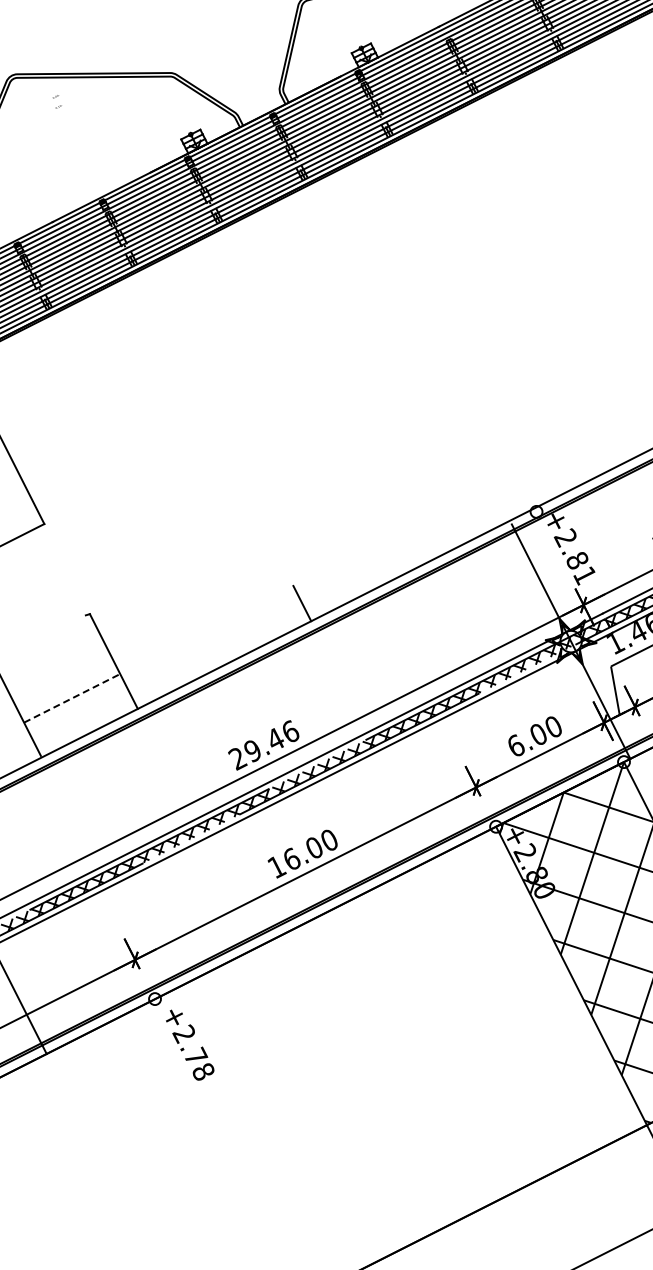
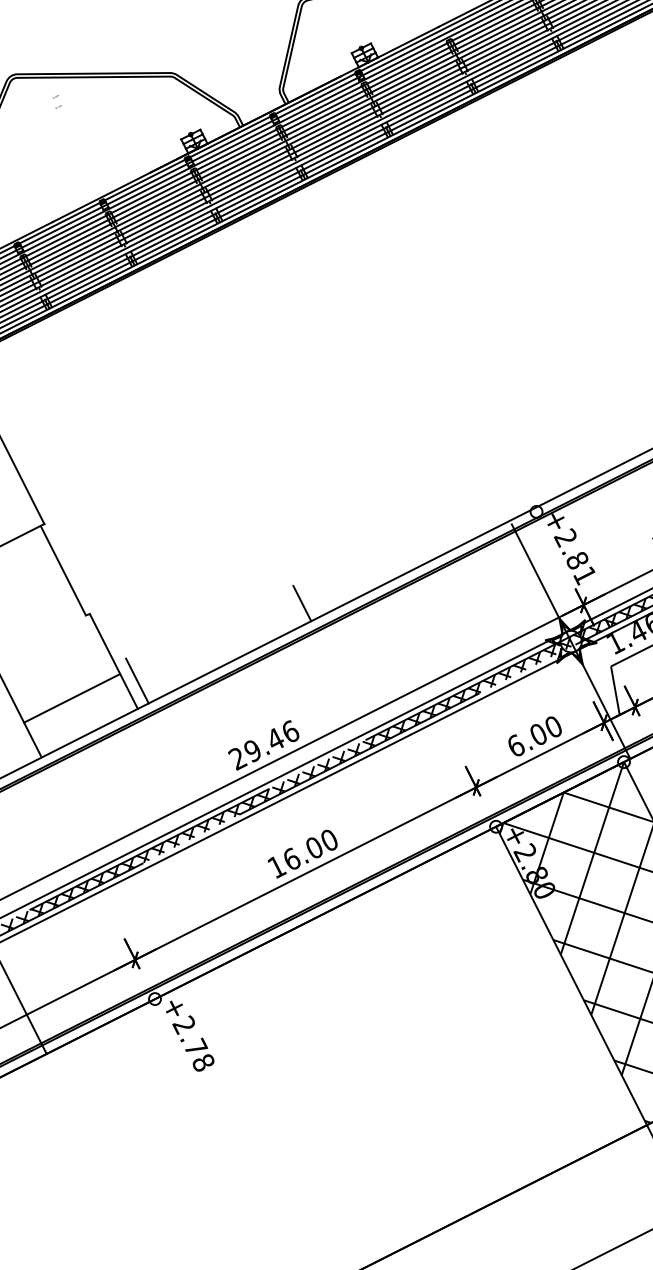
line at (62, 570): none -> present
line at (137, 680): none -> present
line at (72, 698): dashed -> solid
text at (190, 1044) position: (190, 1044) -> (190, 1035)
